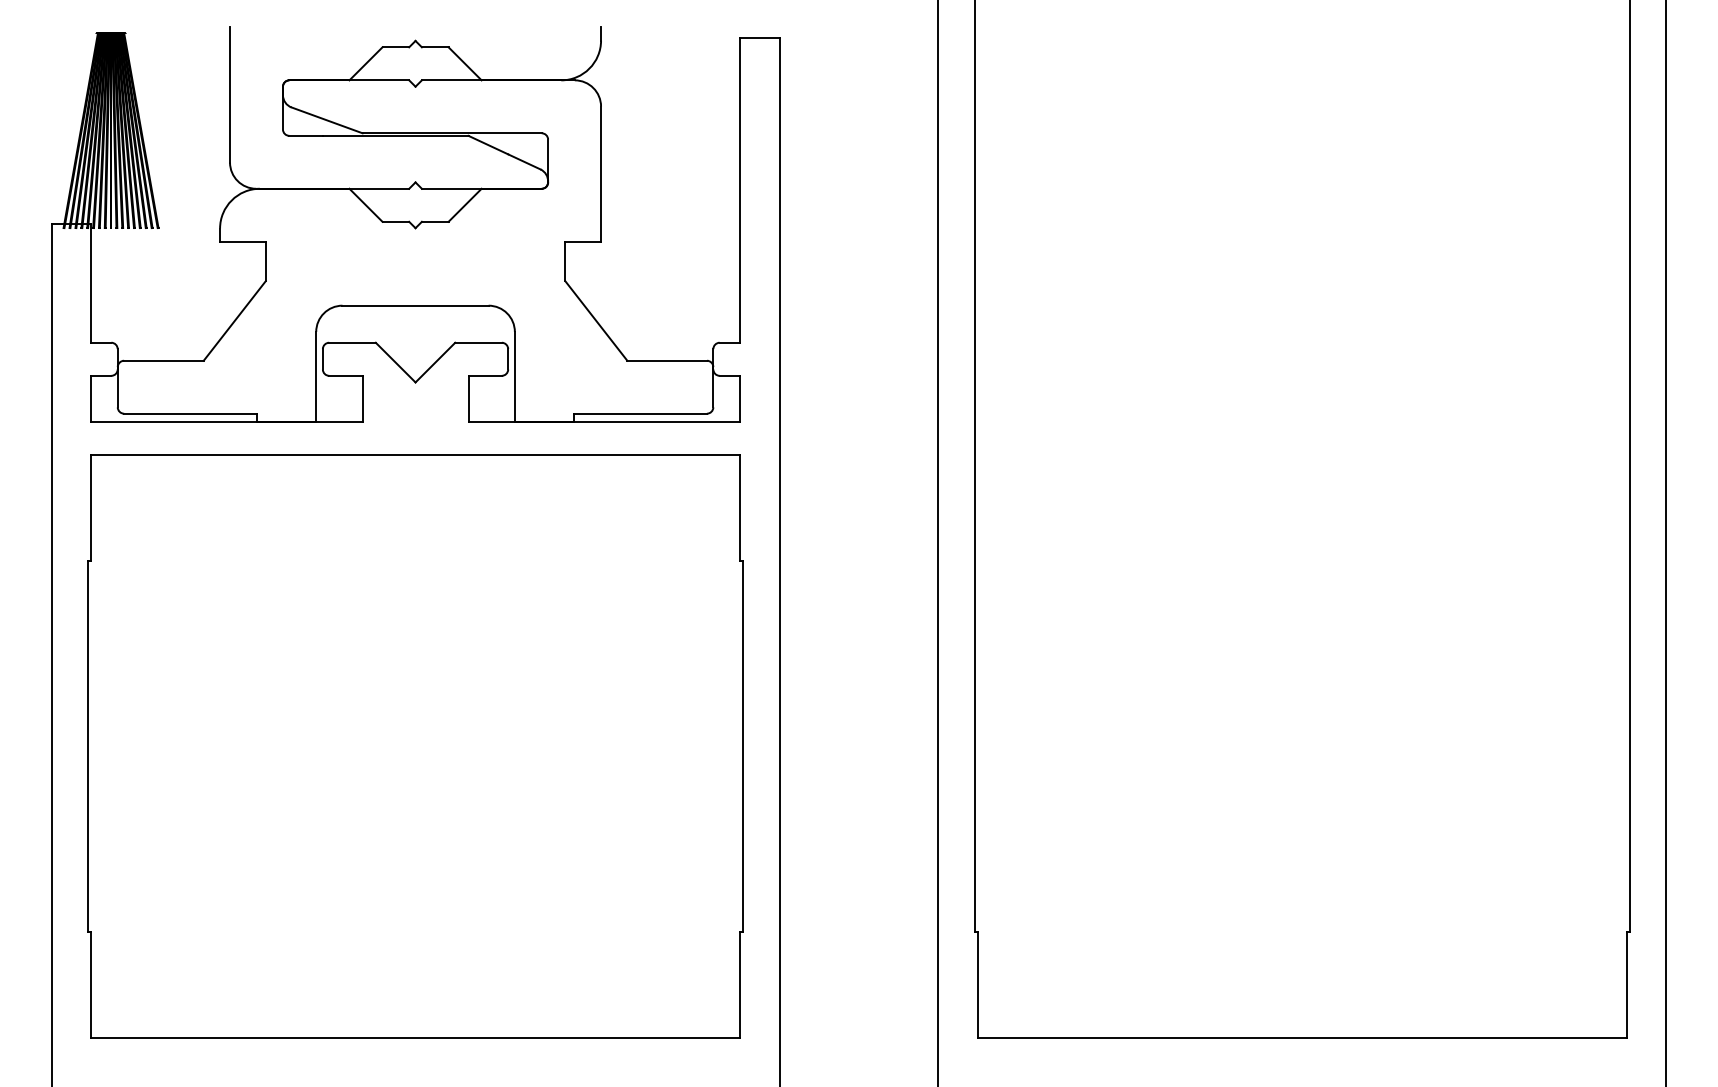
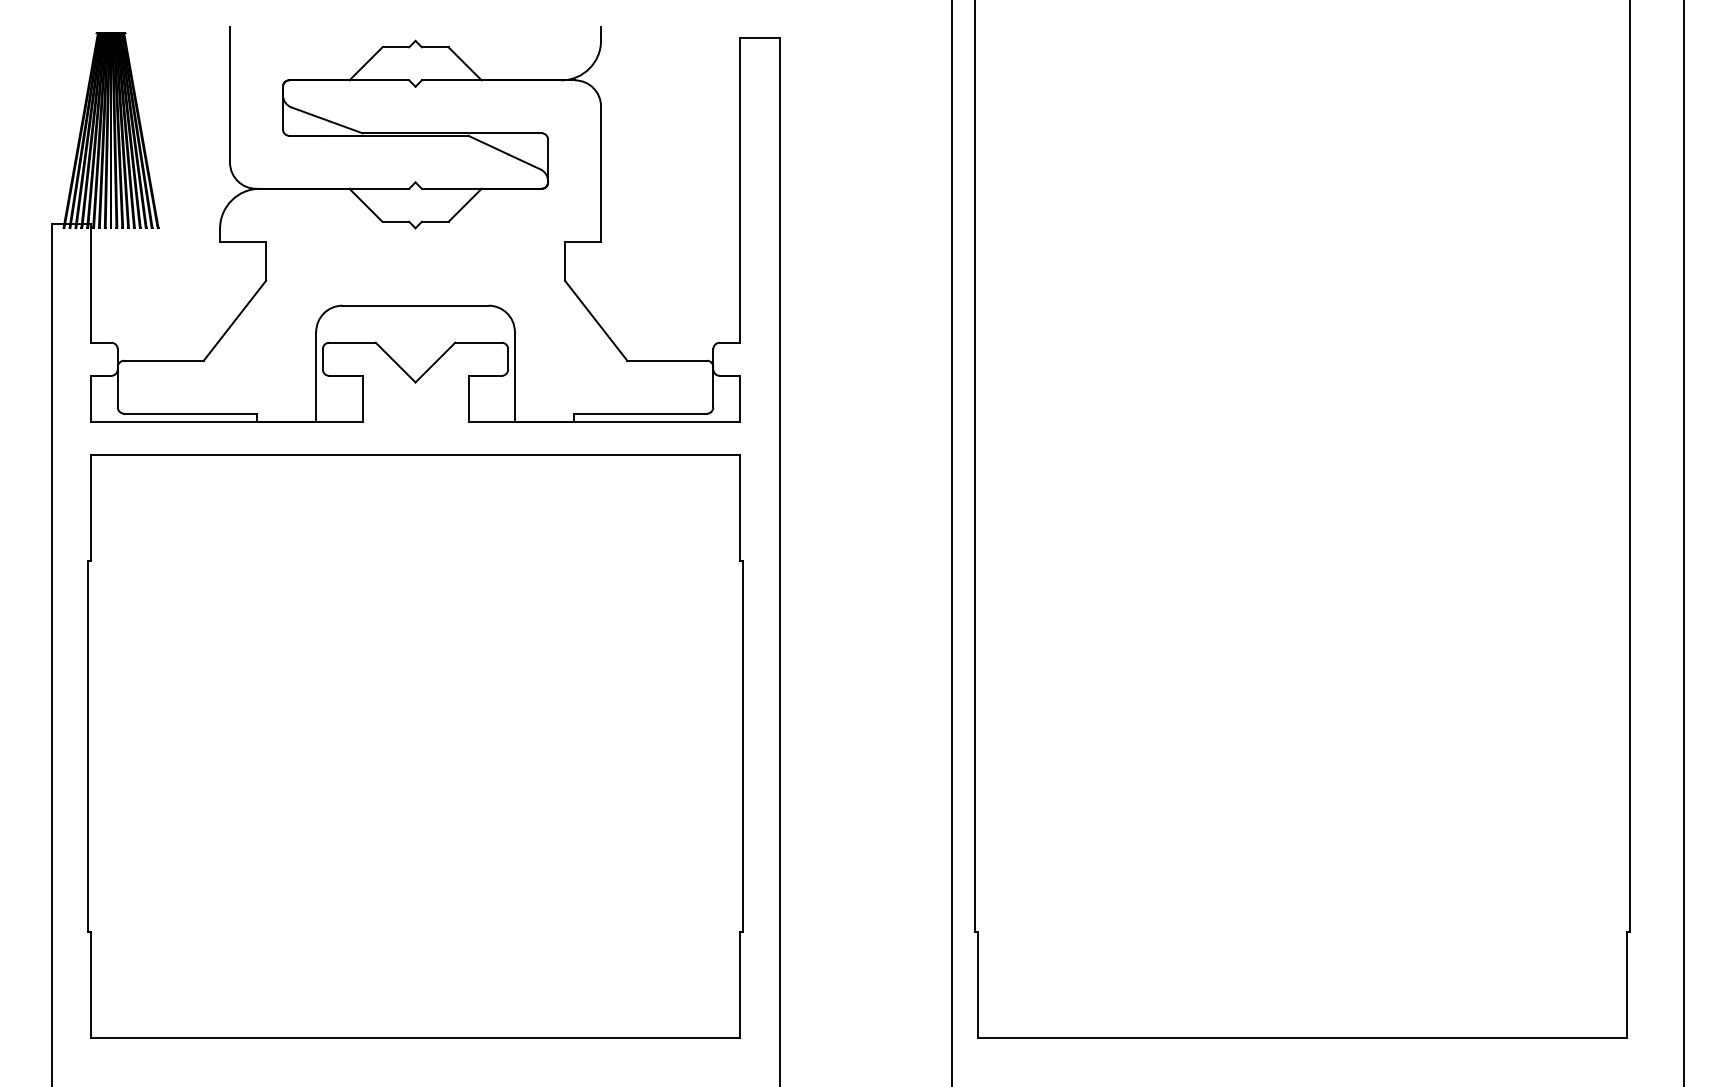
line at (938, 542) position: (938, 542) -> (952, 542)
line at (1666, 542) position: (1666, 542) -> (1684, 542)
